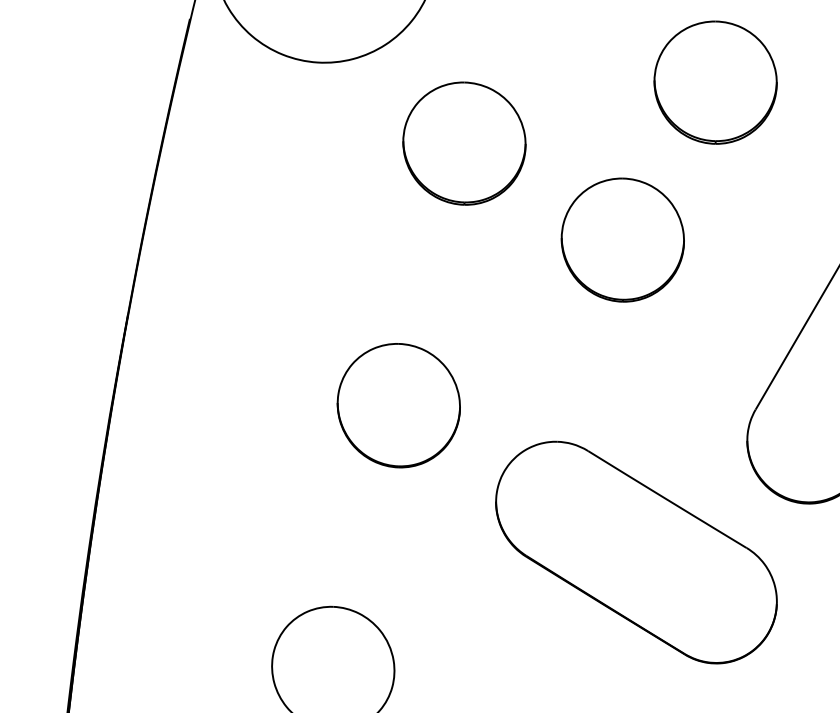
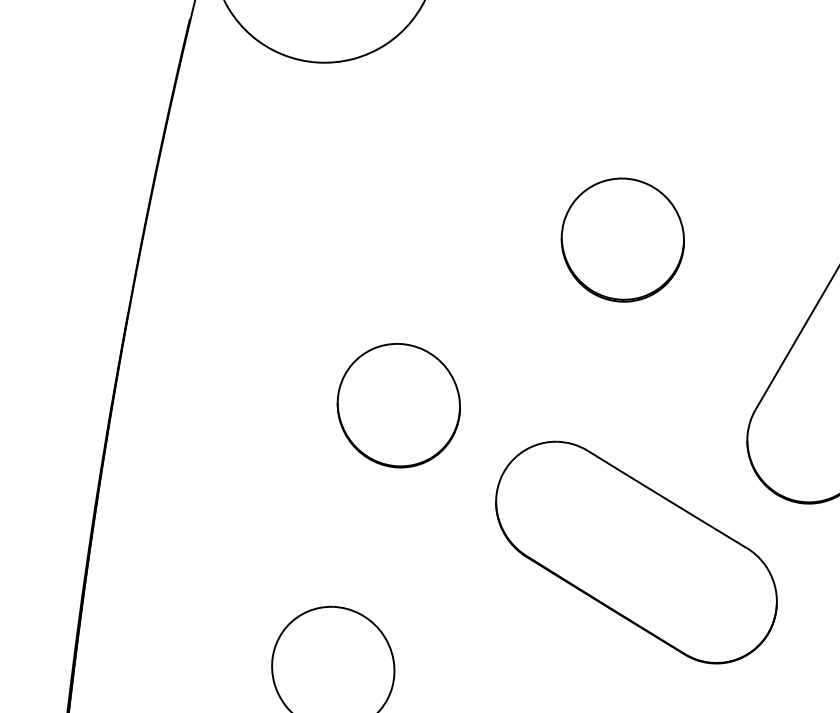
part at (715, 82): present -> none
part at (464, 143): present -> none
